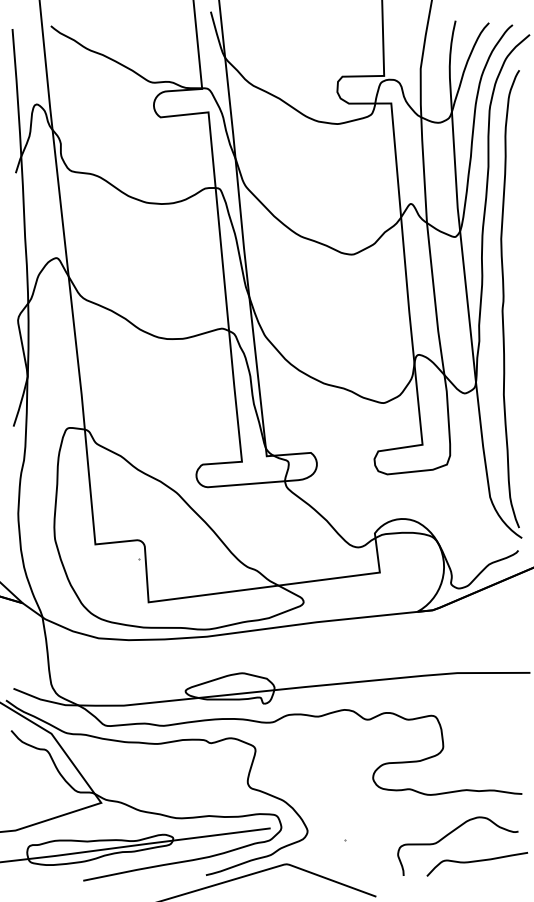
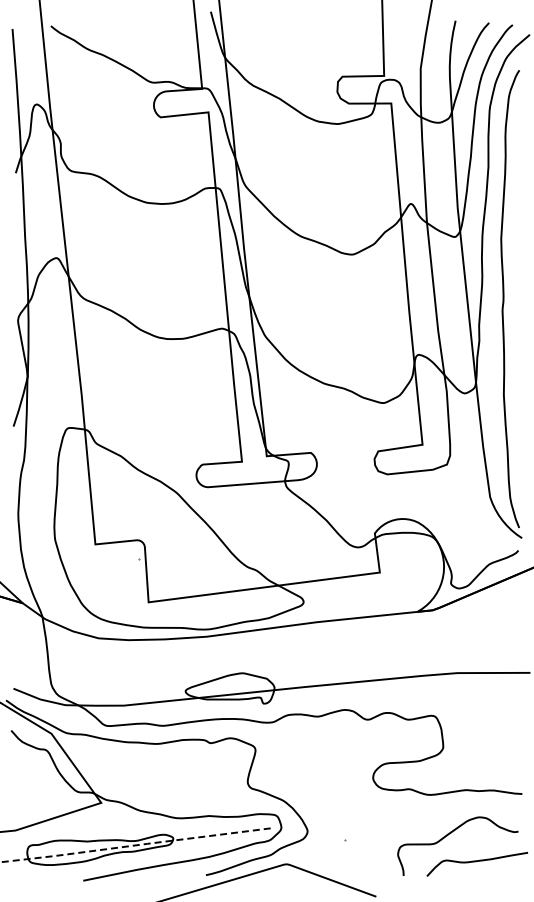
line at (134, 845): solid -> dashed
